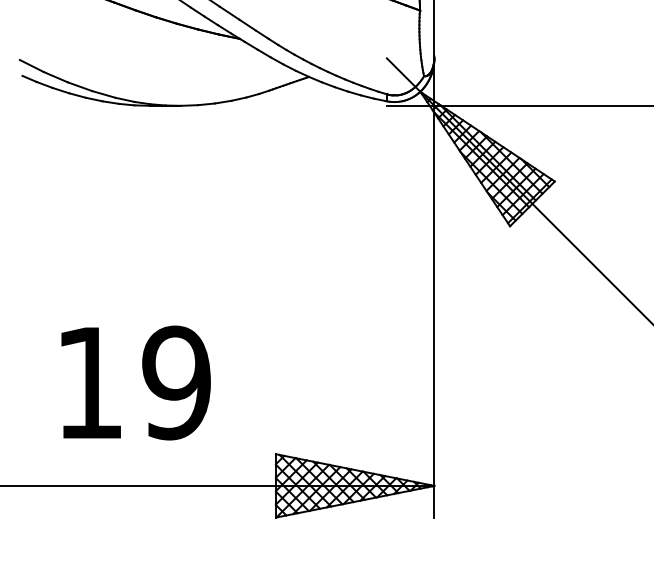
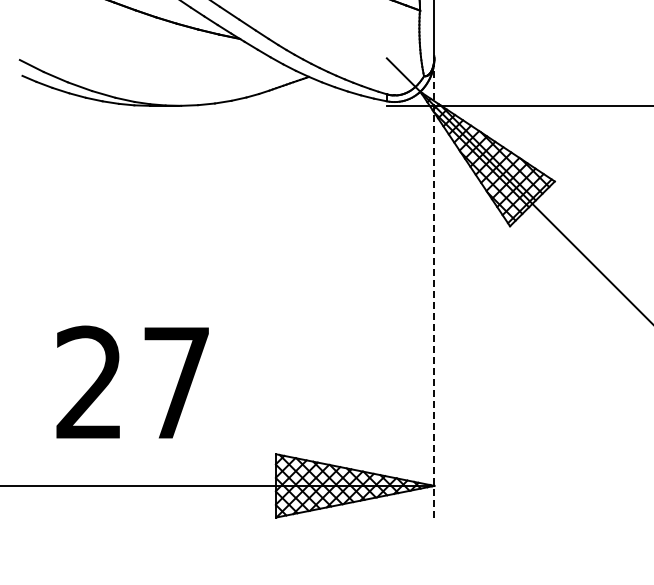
line at (434, 287): solid -> dashed
text at (133, 382): 19 -> 27
